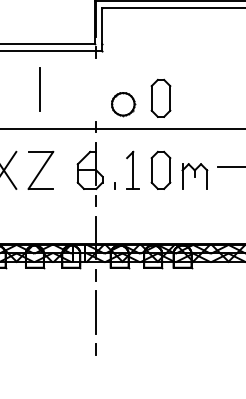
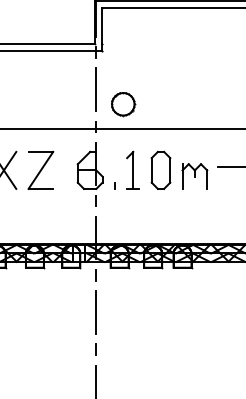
line at (39, 89) position: (39, 89) -> (95, 89)
part at (160, 97): present -> none
line at (95, 380): none -> present
